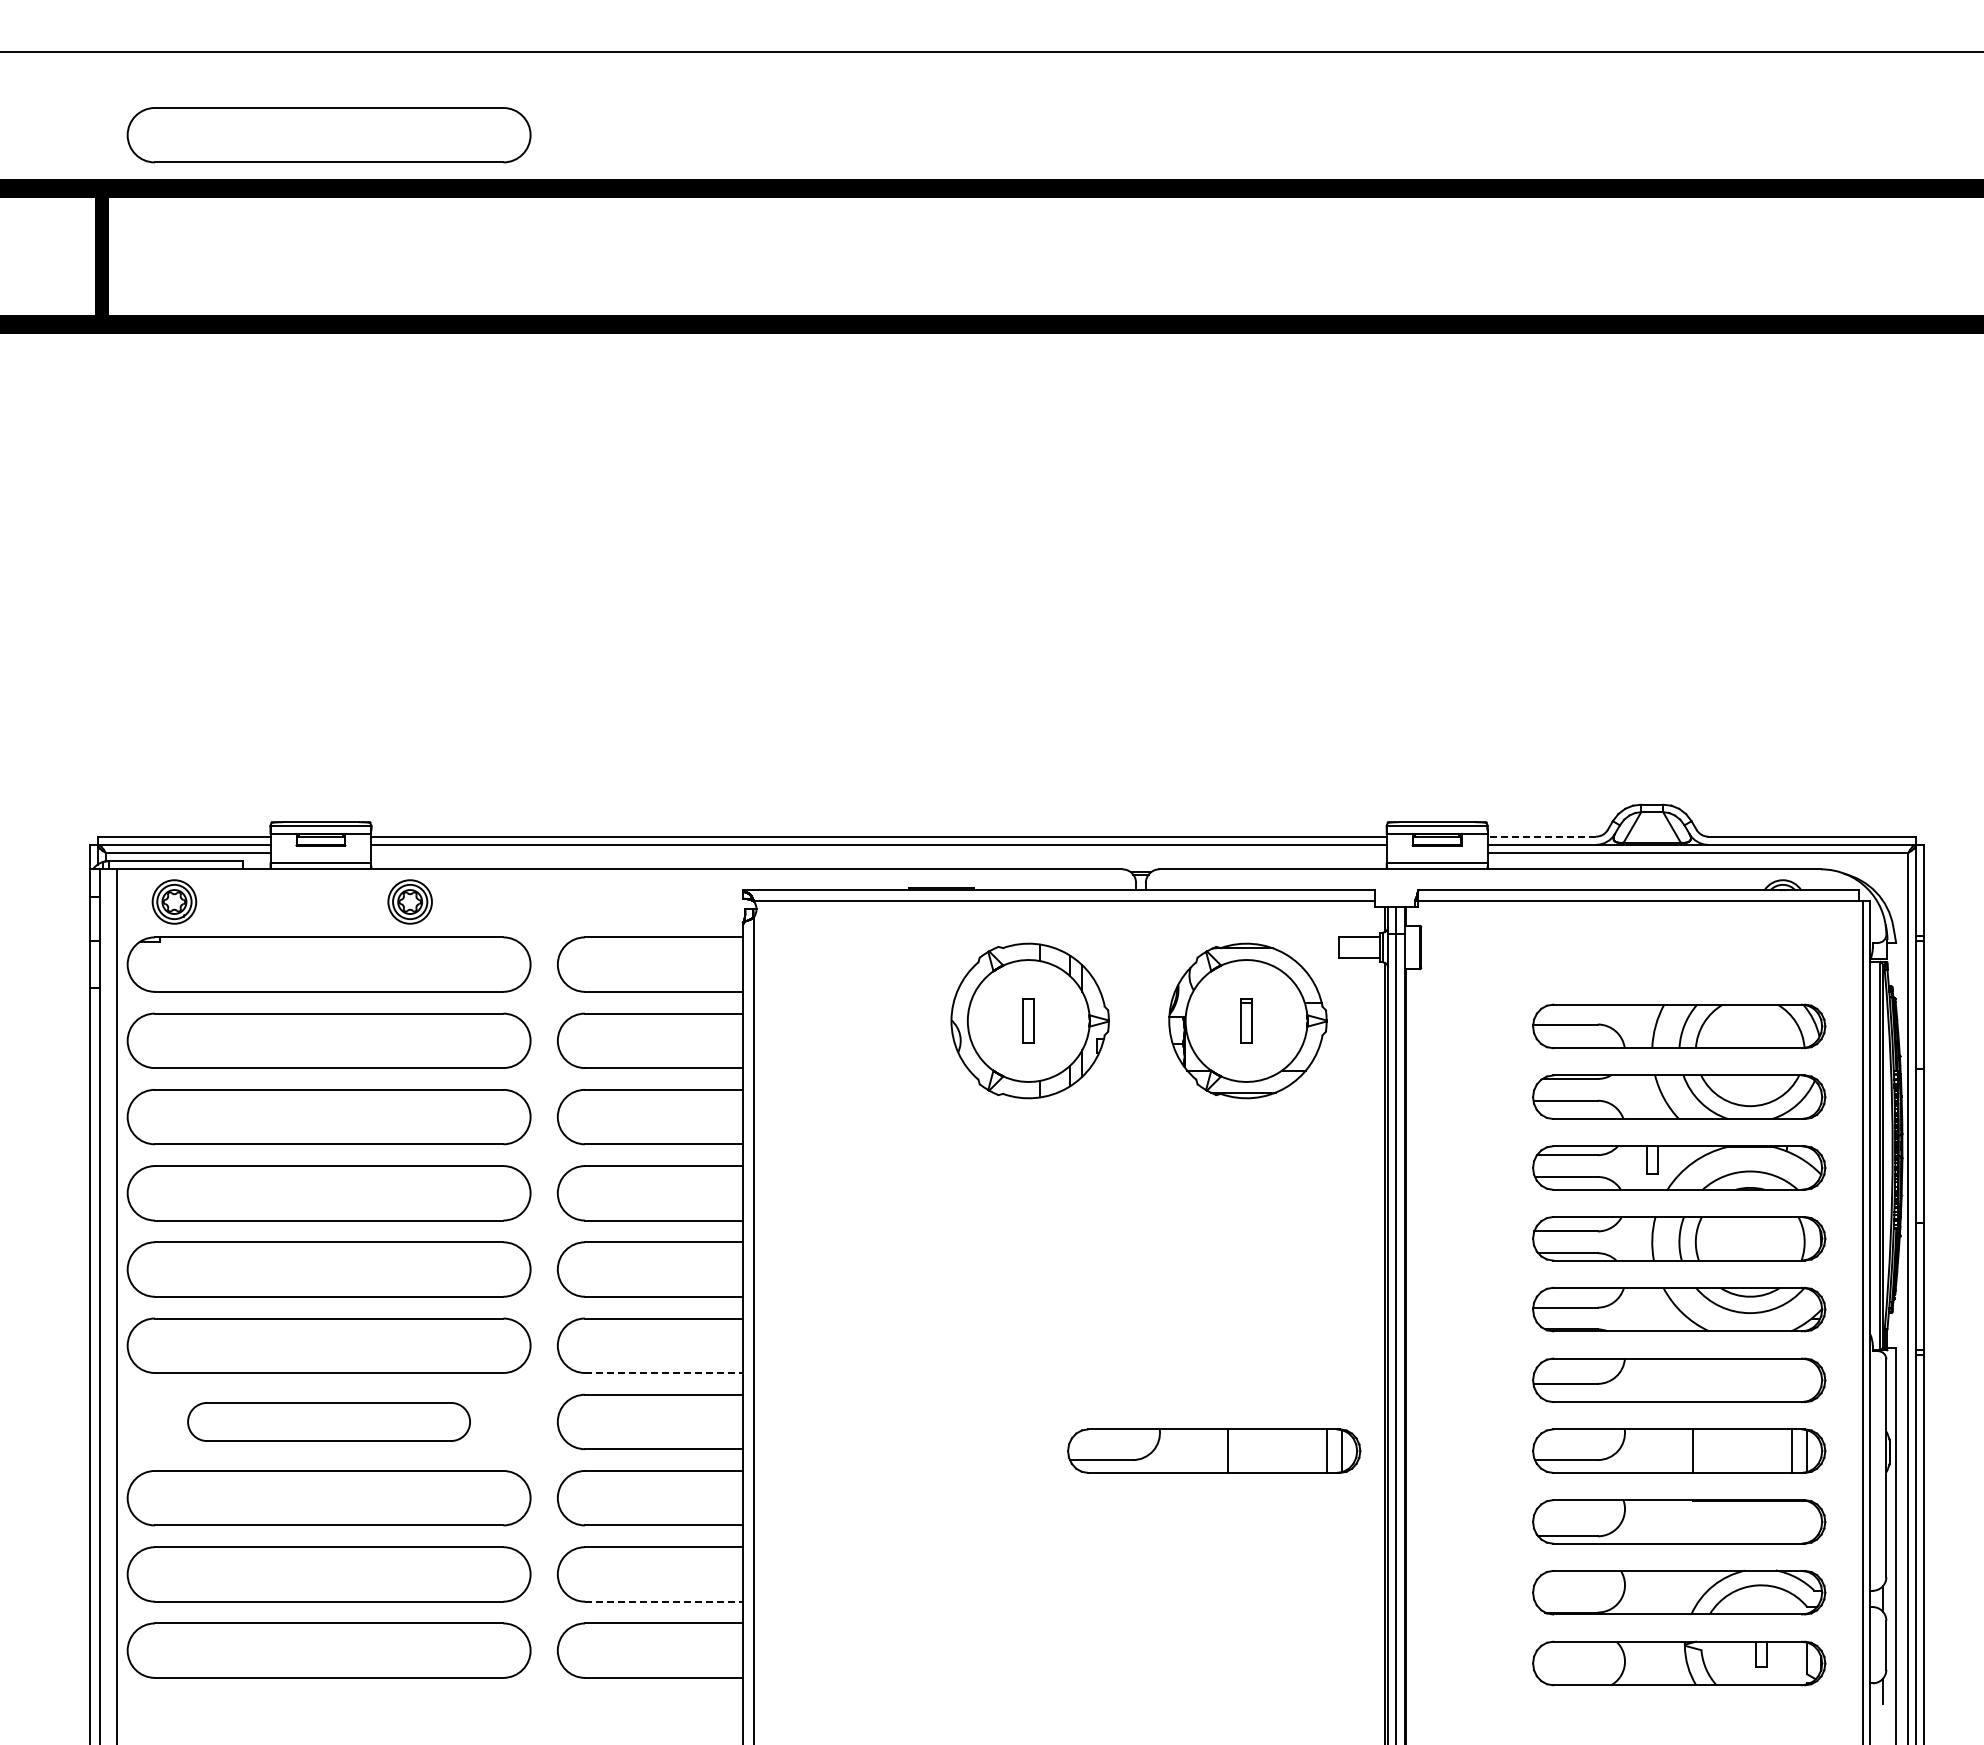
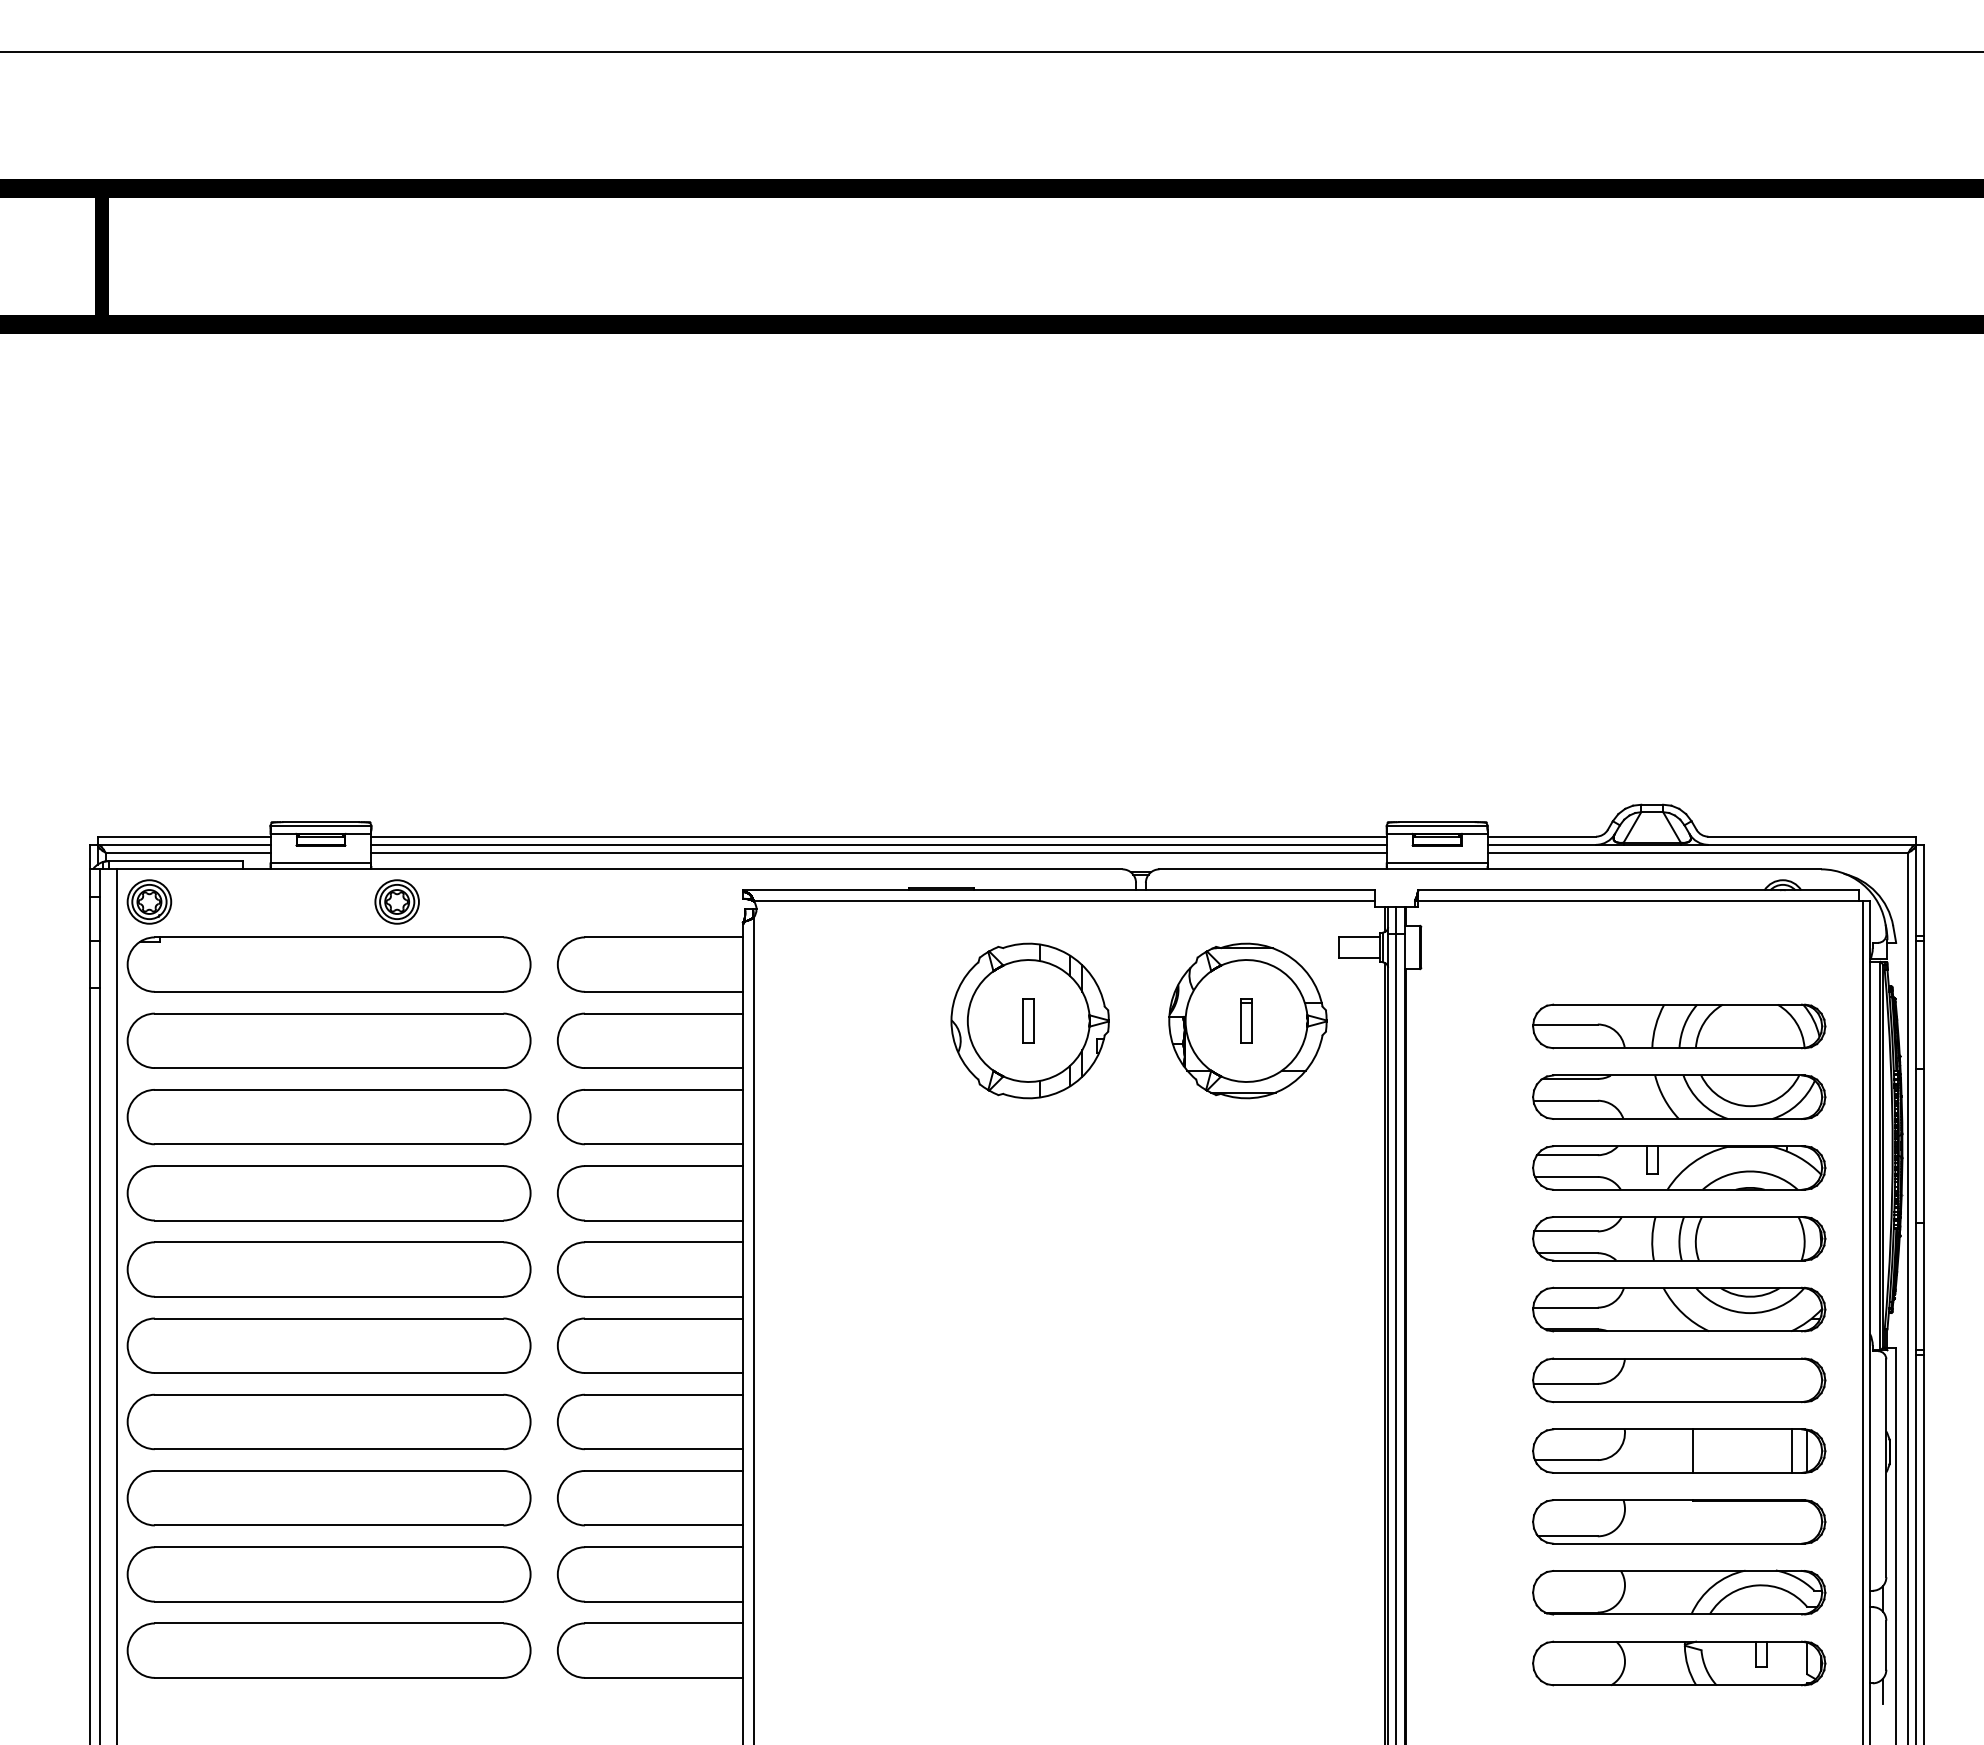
part at (328, 135): present -> none
line at (1541, 836): dashed -> solid
line at (878, 853): none -> present
part at (174, 901) position: (174, 901) -> (149, 901)
part at (409, 901) position: (409, 901) -> (396, 901)
line at (663, 1372): dashed -> solid
part at (328, 1421) size: 284x40 px -> 406x58 px
part at (1214, 1450): present -> none
line at (663, 1601): dashed -> solid
